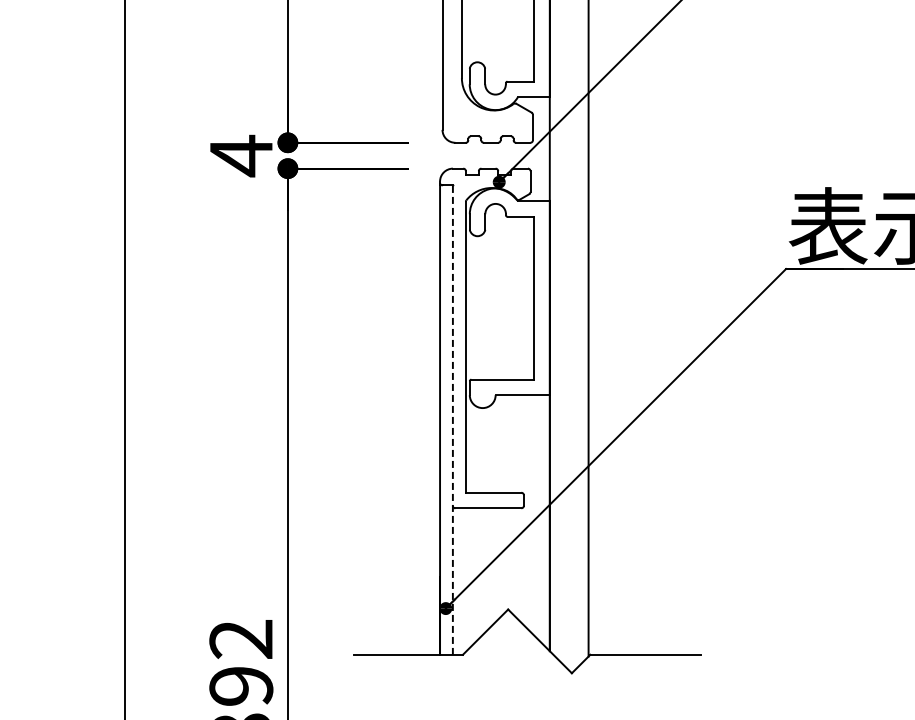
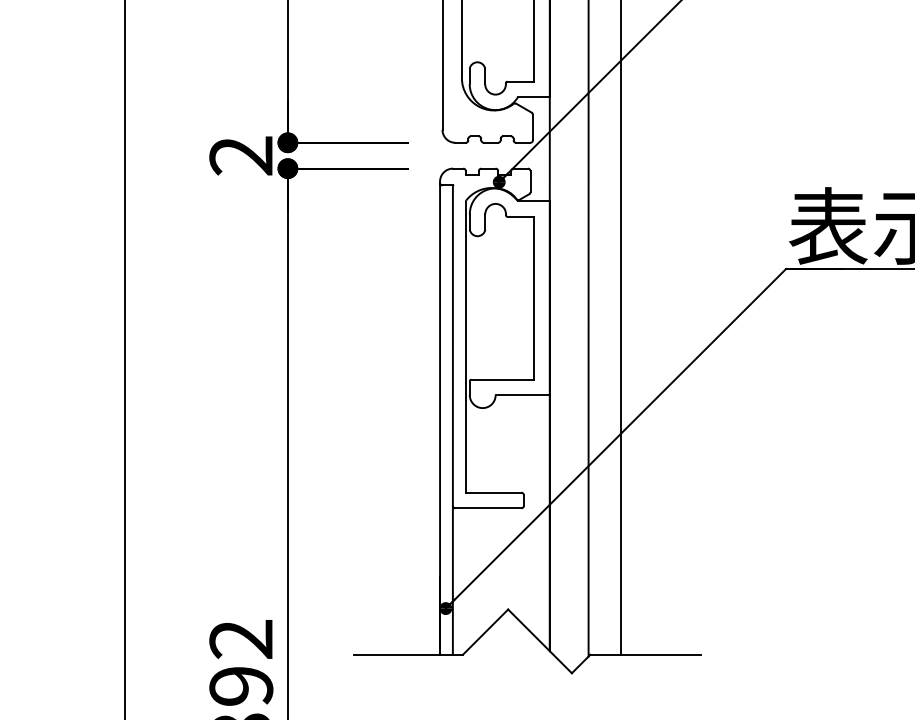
text at (240, 155): 4 -> 2
line at (620, 328): none -> present
line at (452, 420): dashed -> solid
